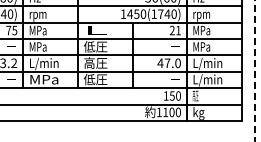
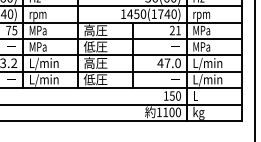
text at (95, 30): L -> 高圧
line at (255, 70): dashed -> solid
text at (44, 80): MPa -> L/min
text at (195, 95): 高圧 -> L
